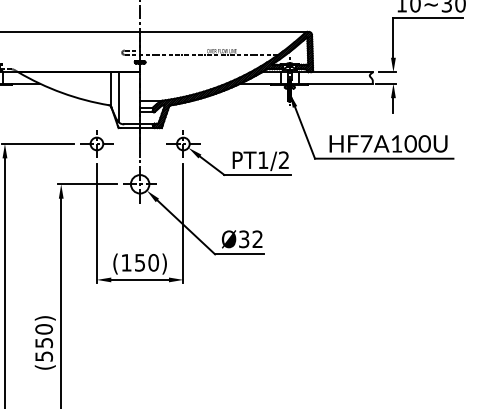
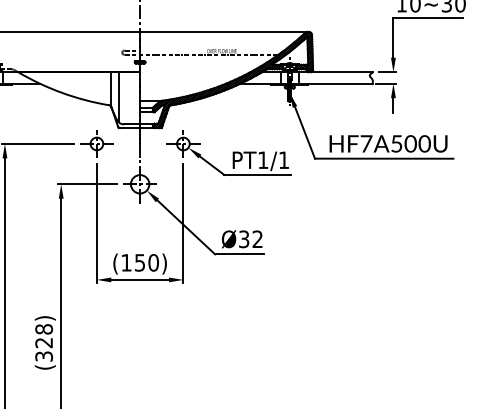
text at (396, 143): HF7A100U -> HF7A500U
text at (283, 159): PT1/2 -> PT1/1
text at (44, 342): (550) -> (328)
